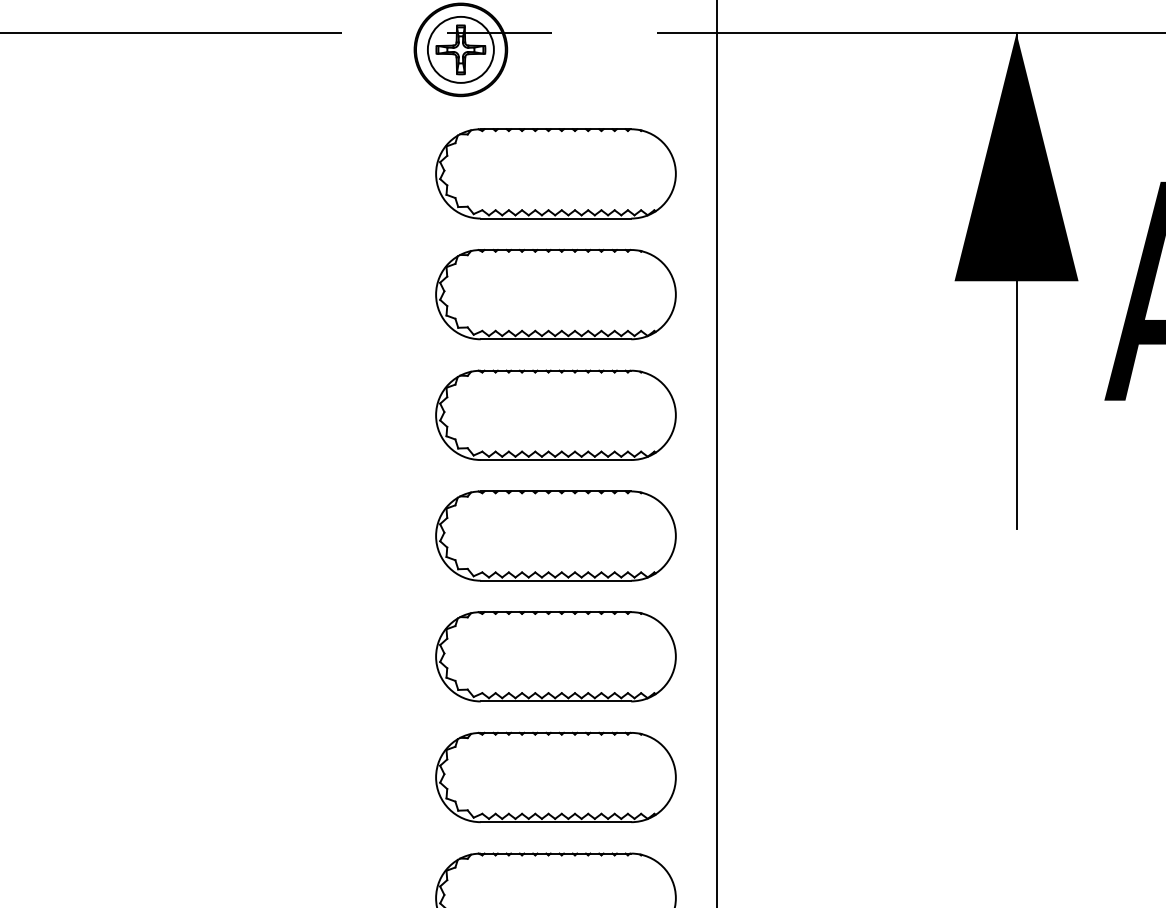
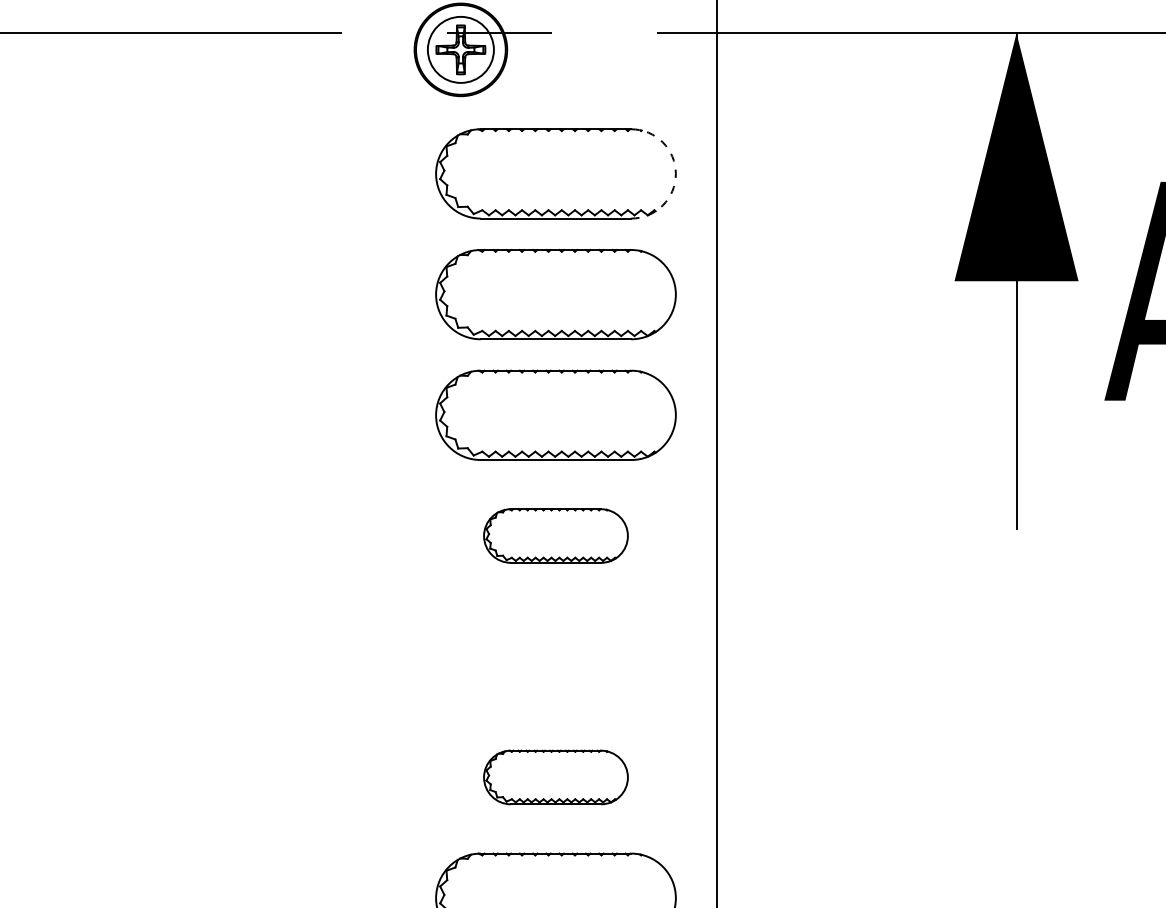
arc at (675, 173): solid -> dashed
part at (555, 535) size: 242x92 px -> 146x56 px
part at (555, 656): present -> none
part at (555, 777) size: 242x93 px -> 146x57 px
